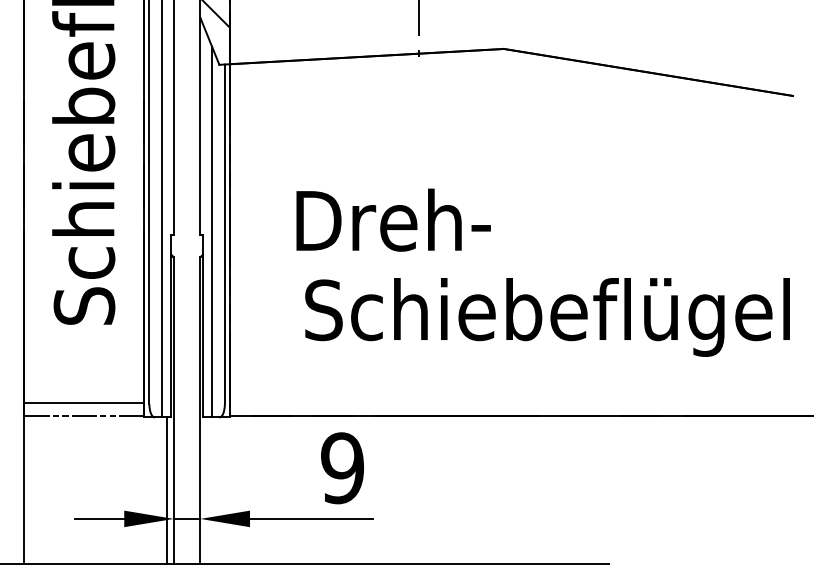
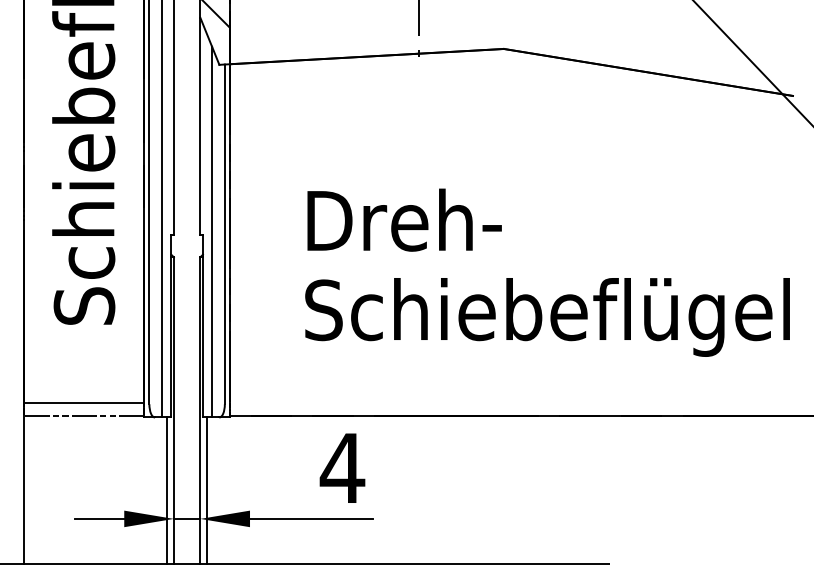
line at (752, 62): none -> present
text at (393, 219) position: (393, 219) -> (404, 219)
text at (342, 468): 9 -> 4
line at (206, 490): none -> present
